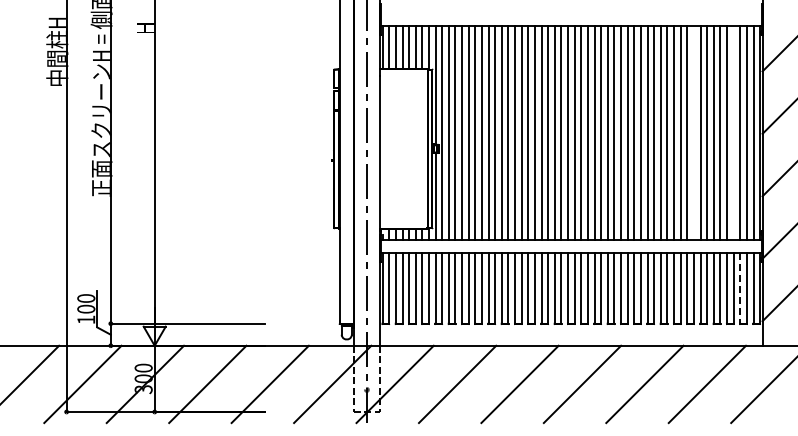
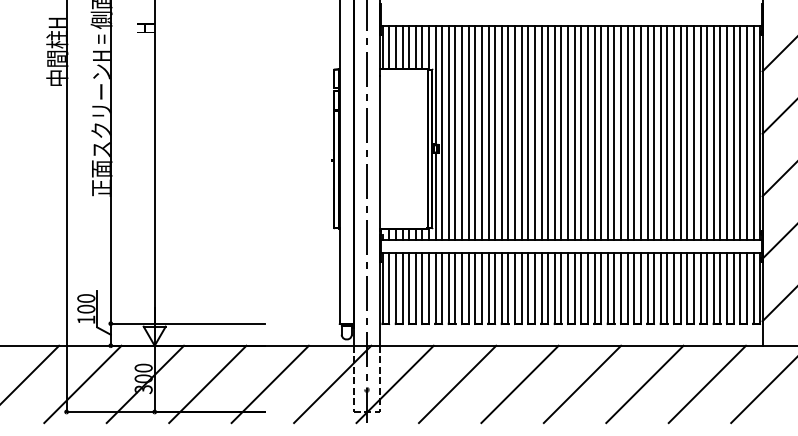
line at (693, 132): none -> present
line at (733, 132): none -> present
line at (740, 288): dashed -> solid
